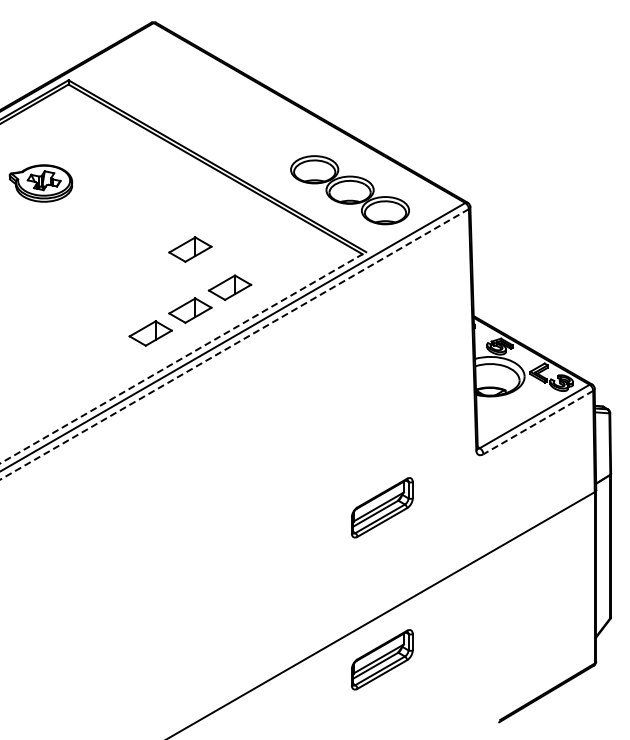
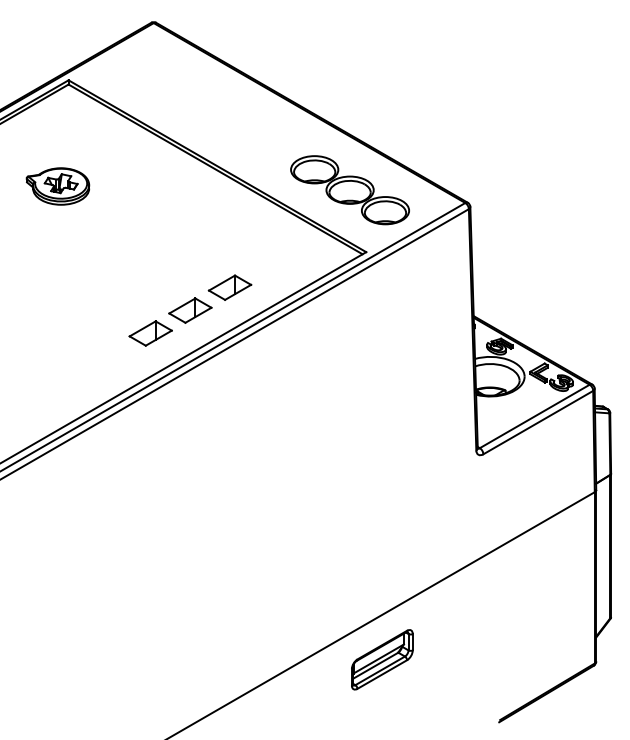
part at (40, 183) position: (40, 183) -> (57, 186)
part at (190, 249): present -> none
line at (234, 344): dashed -> solid
line at (183, 357): dashed -> solid
line at (537, 422): dashed -> solid
part at (382, 507): present -> none
